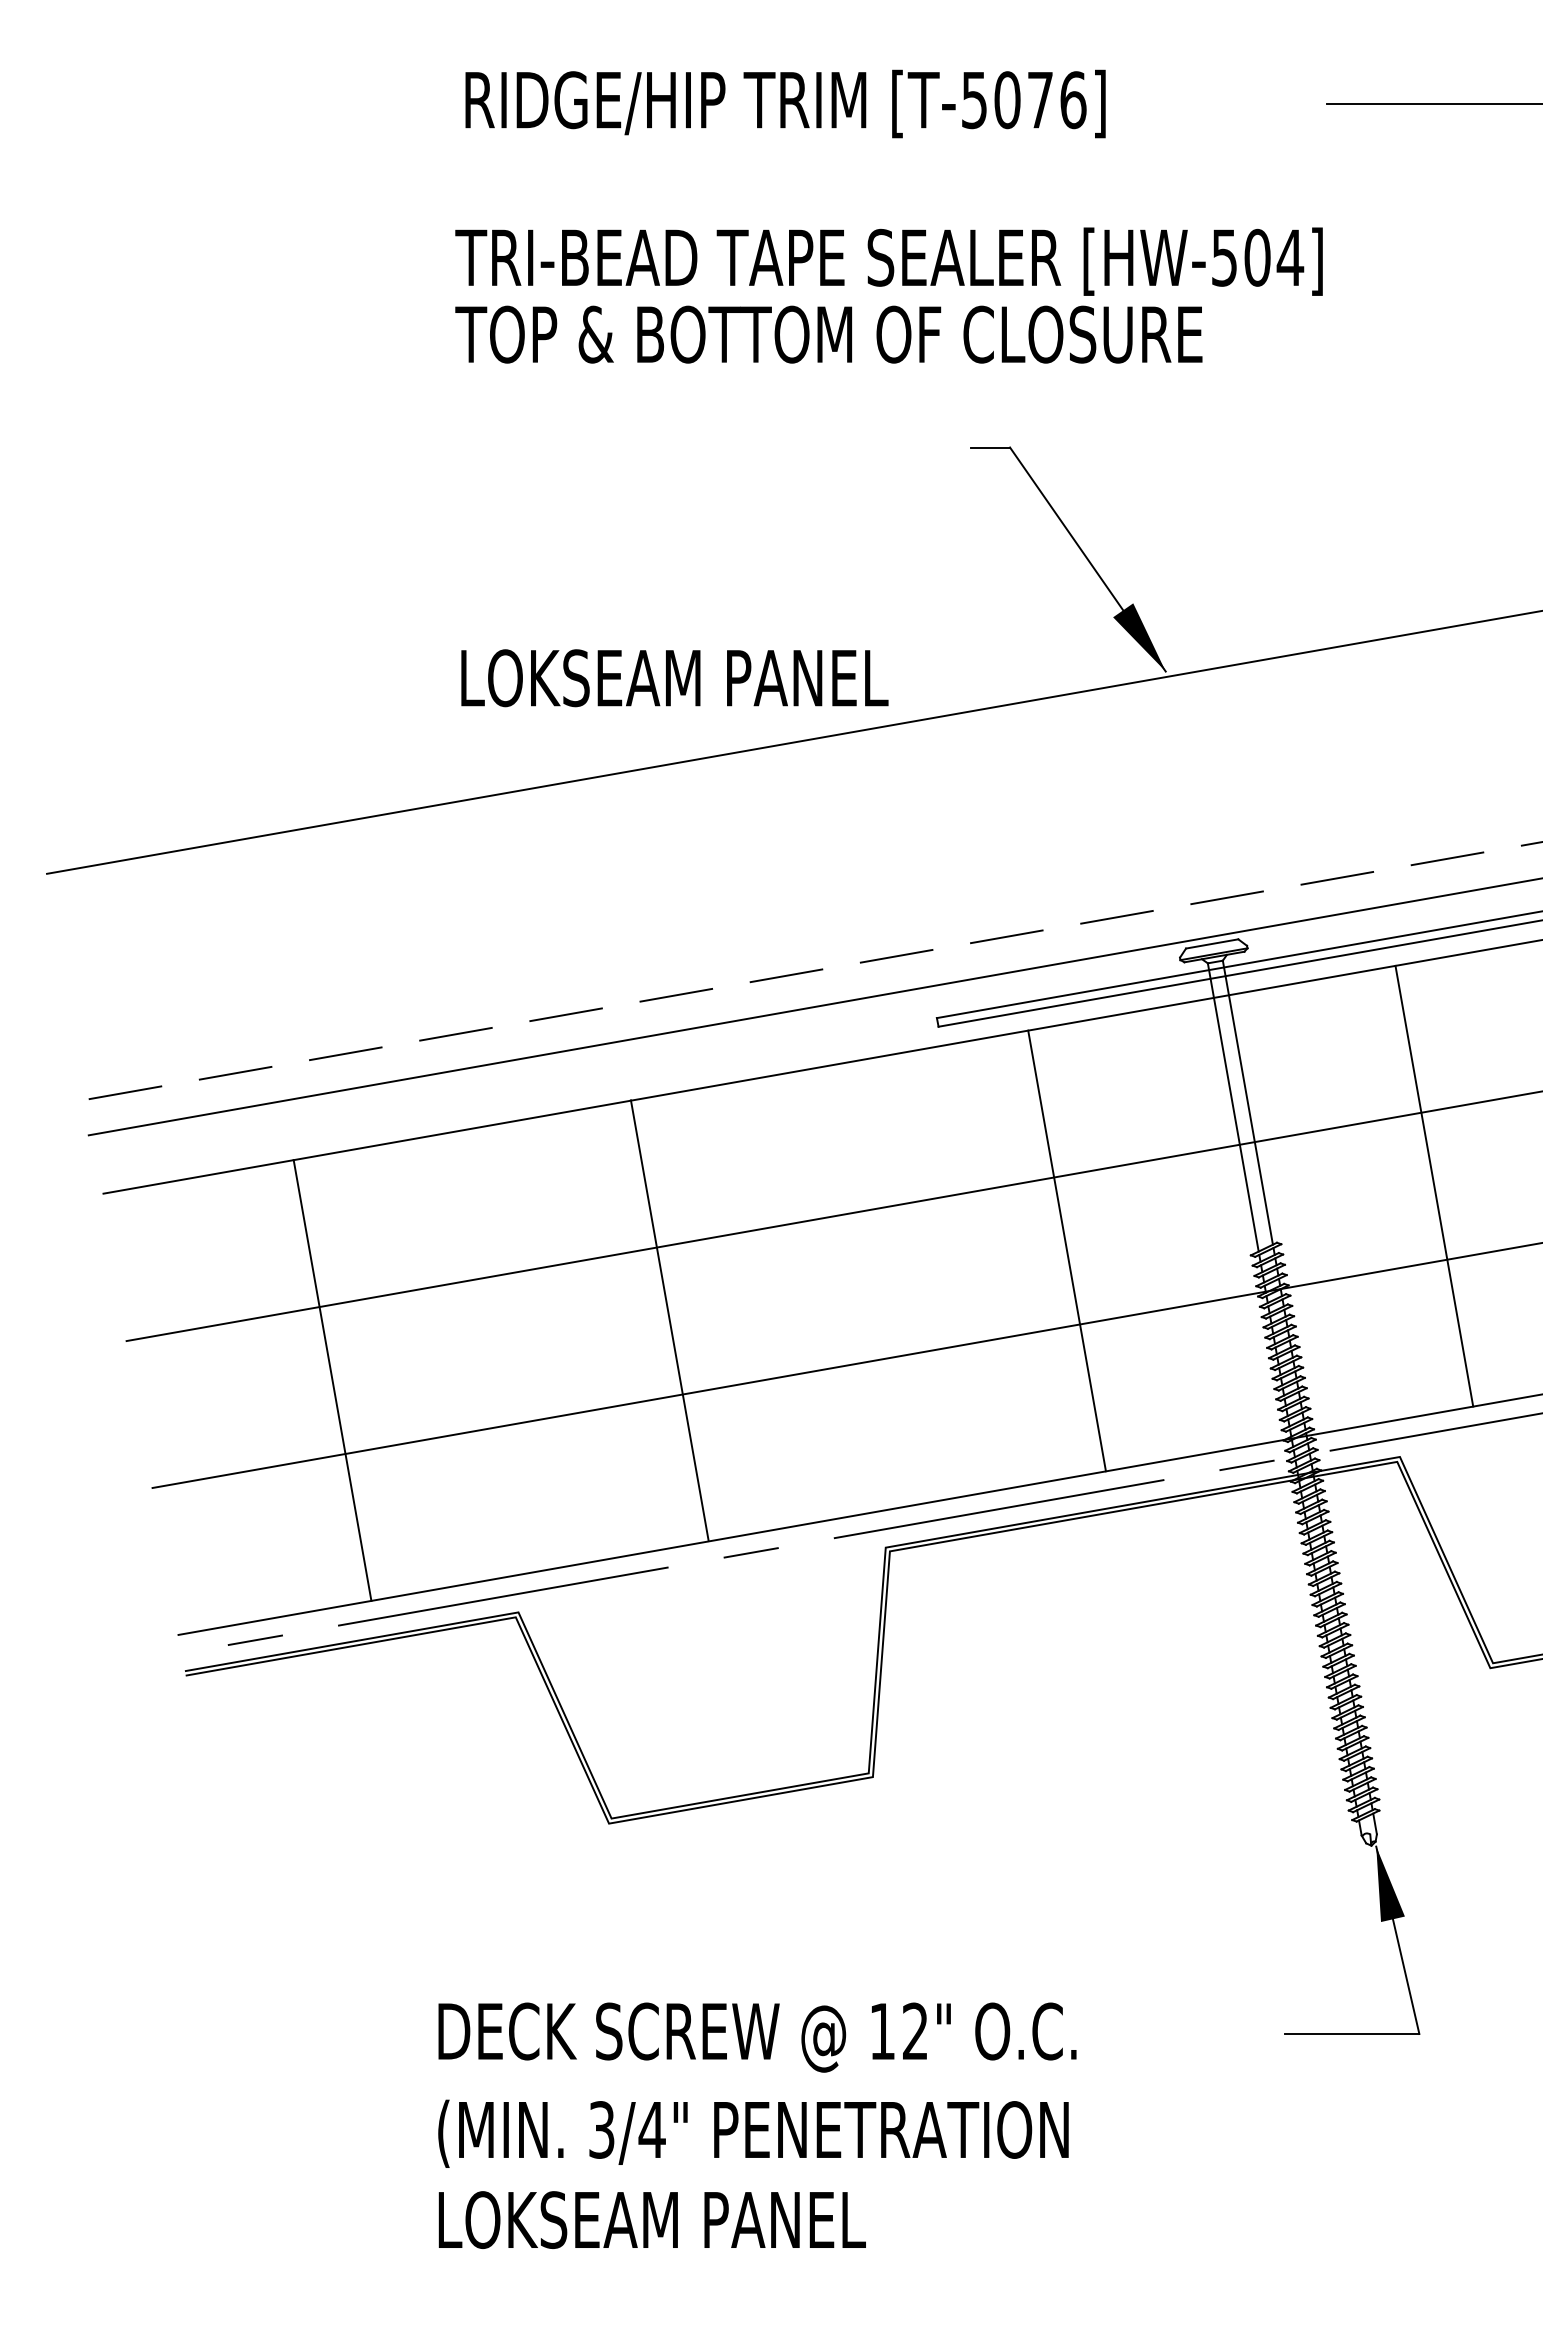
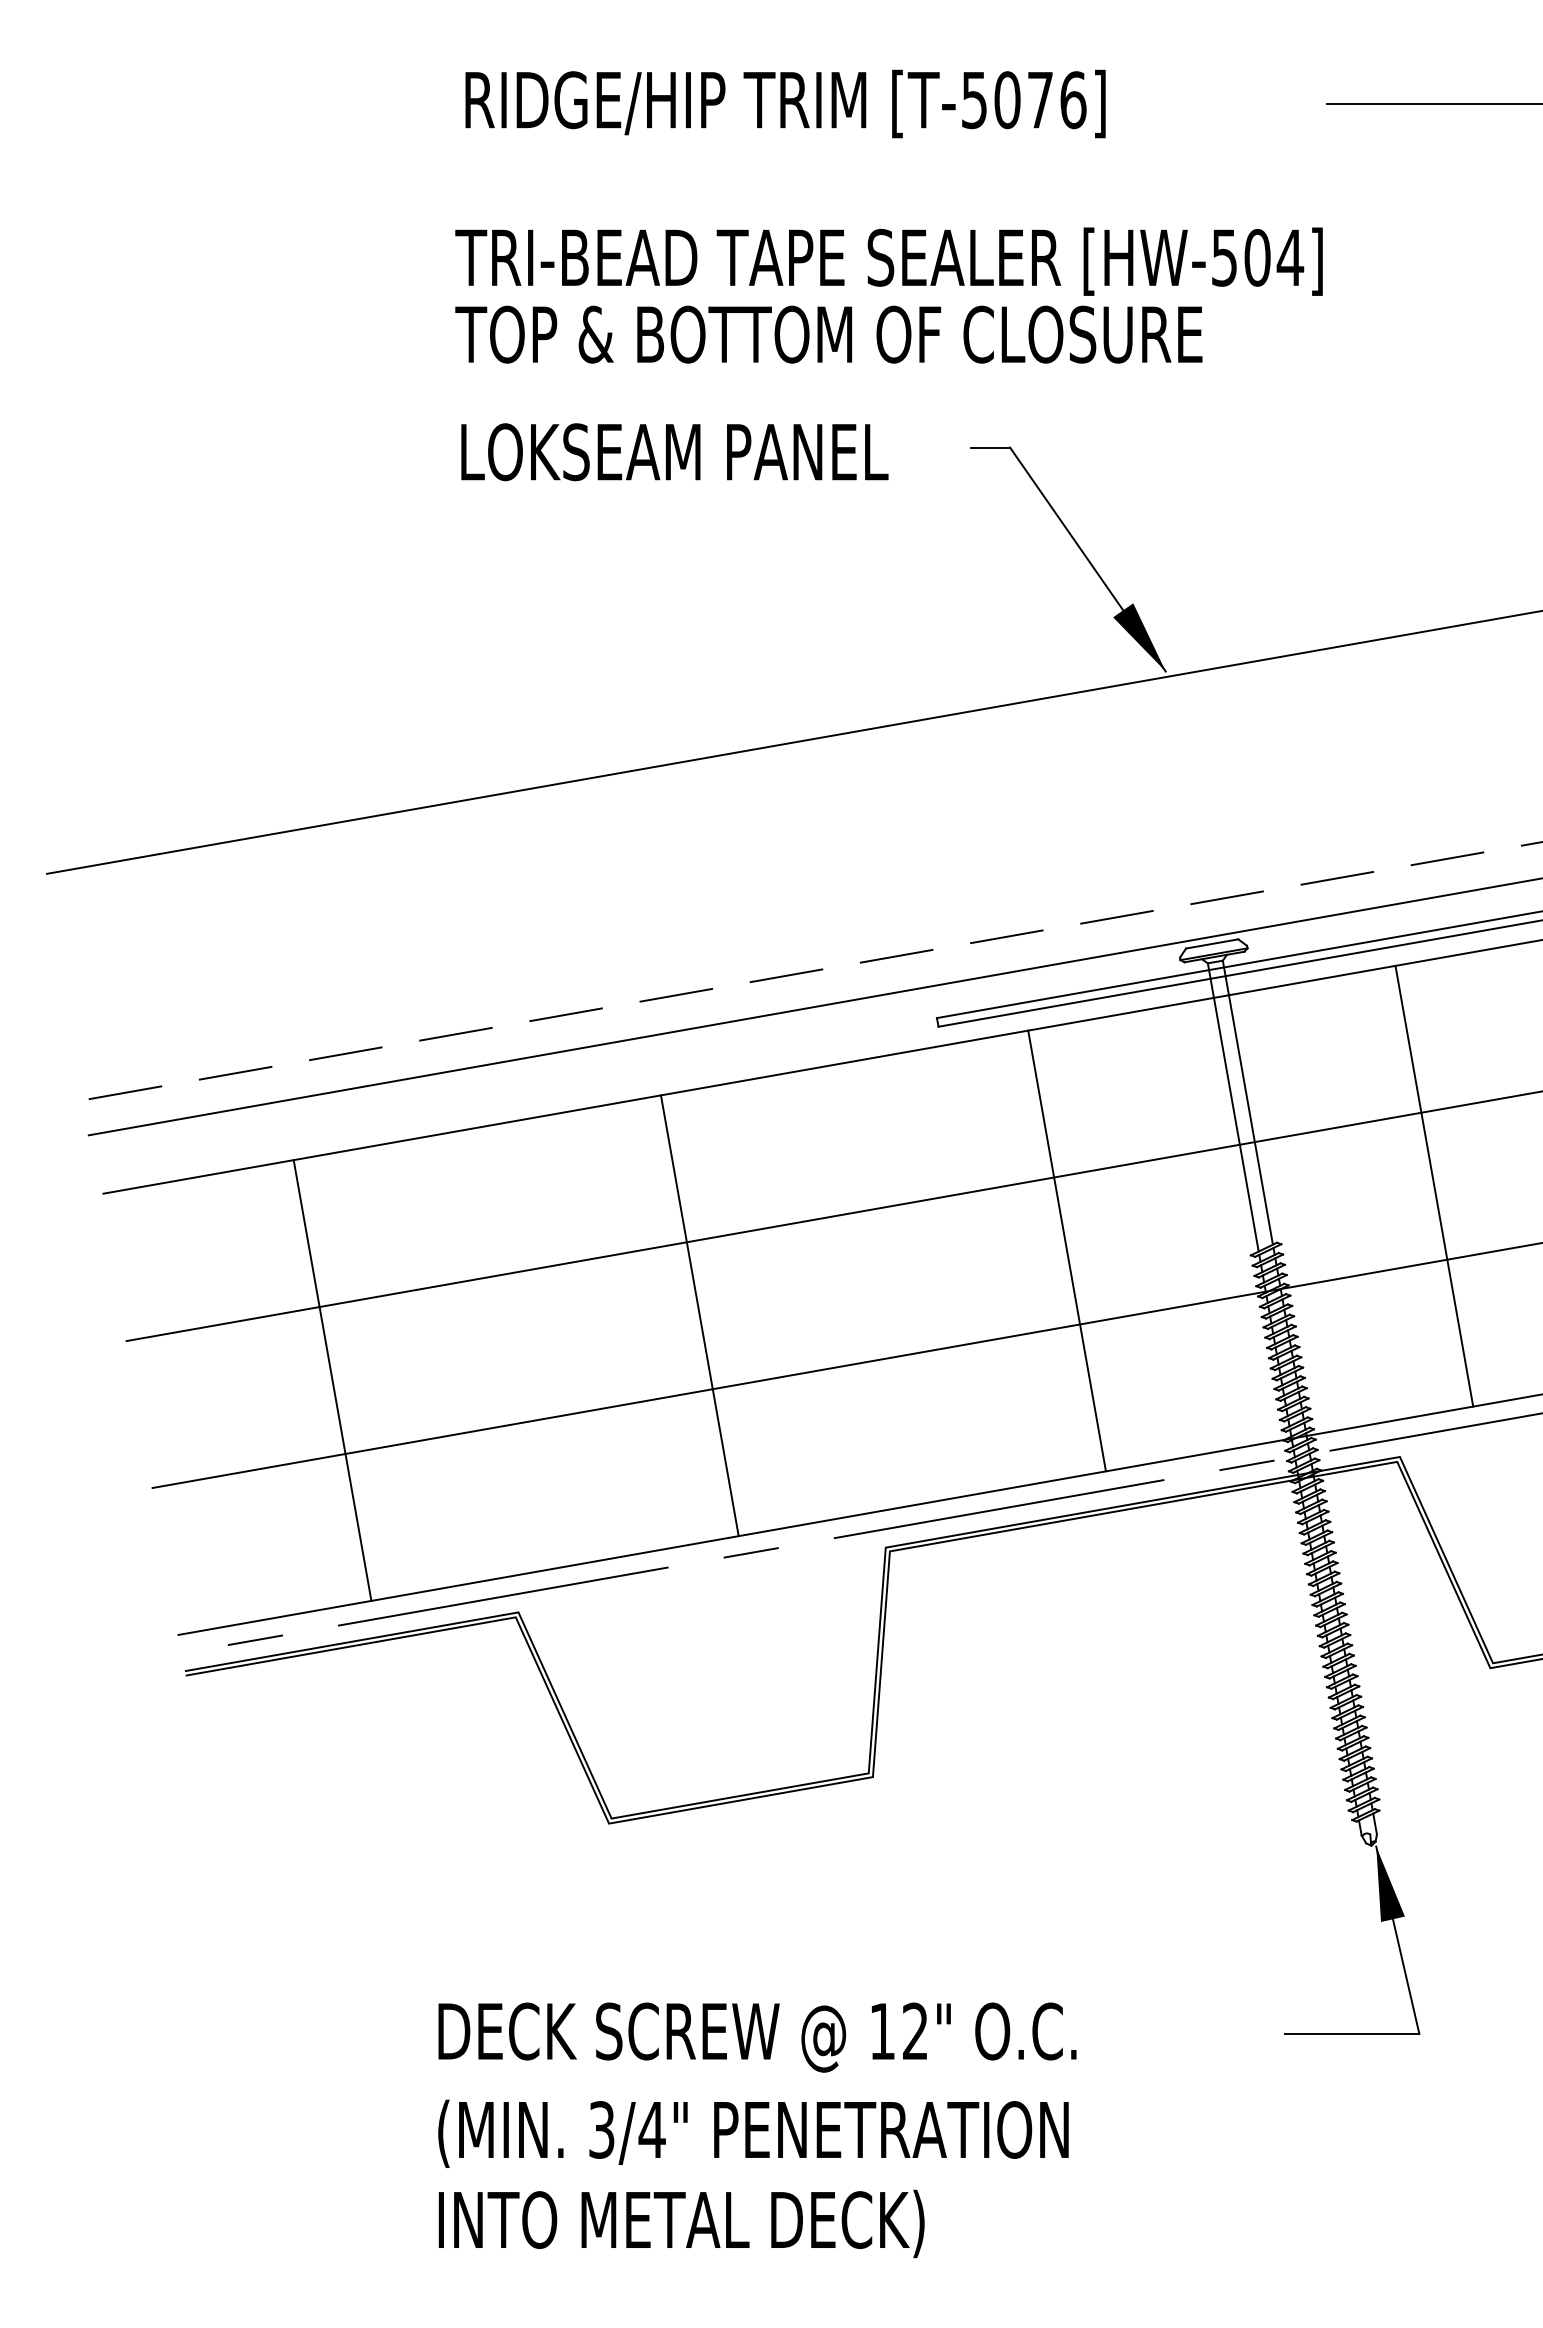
text at (674, 678) position: (674, 678) -> (674, 452)
line at (669, 1320) position: (669, 1320) -> (699, 1315)
text at (684, 2223): LOKSEAM PANEL -> INTO METAL DECK)
